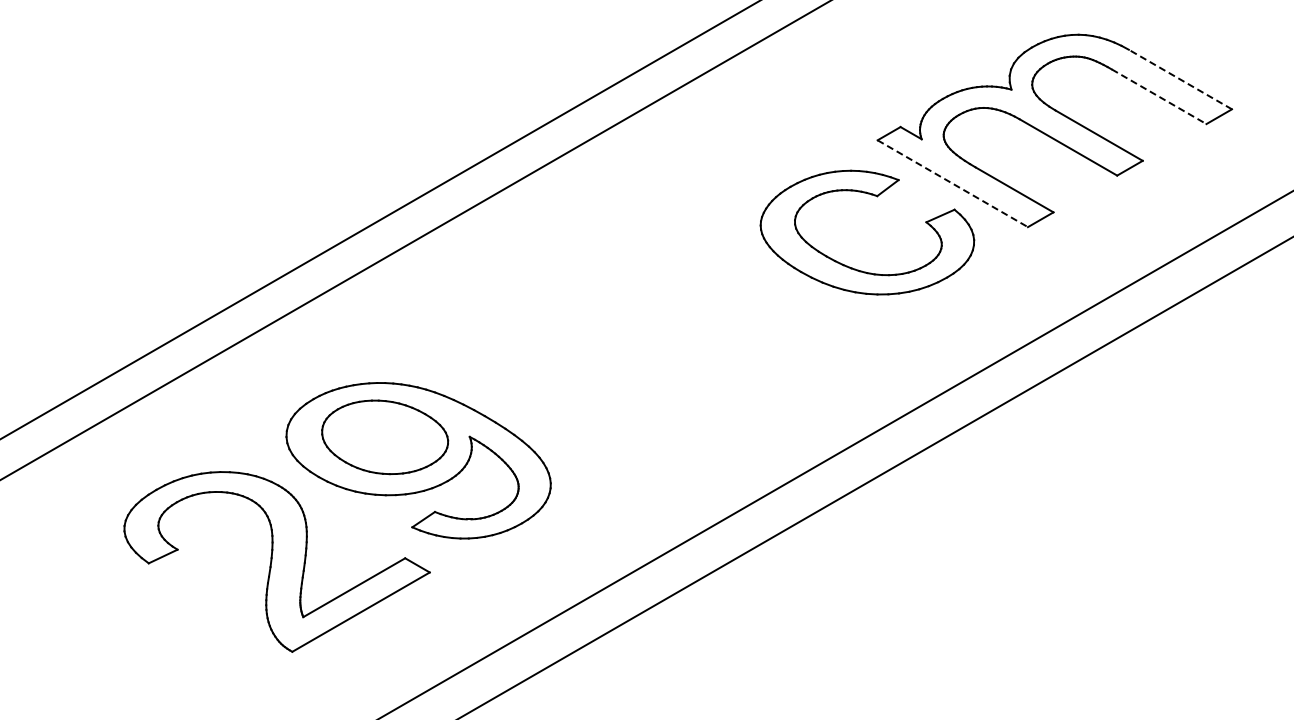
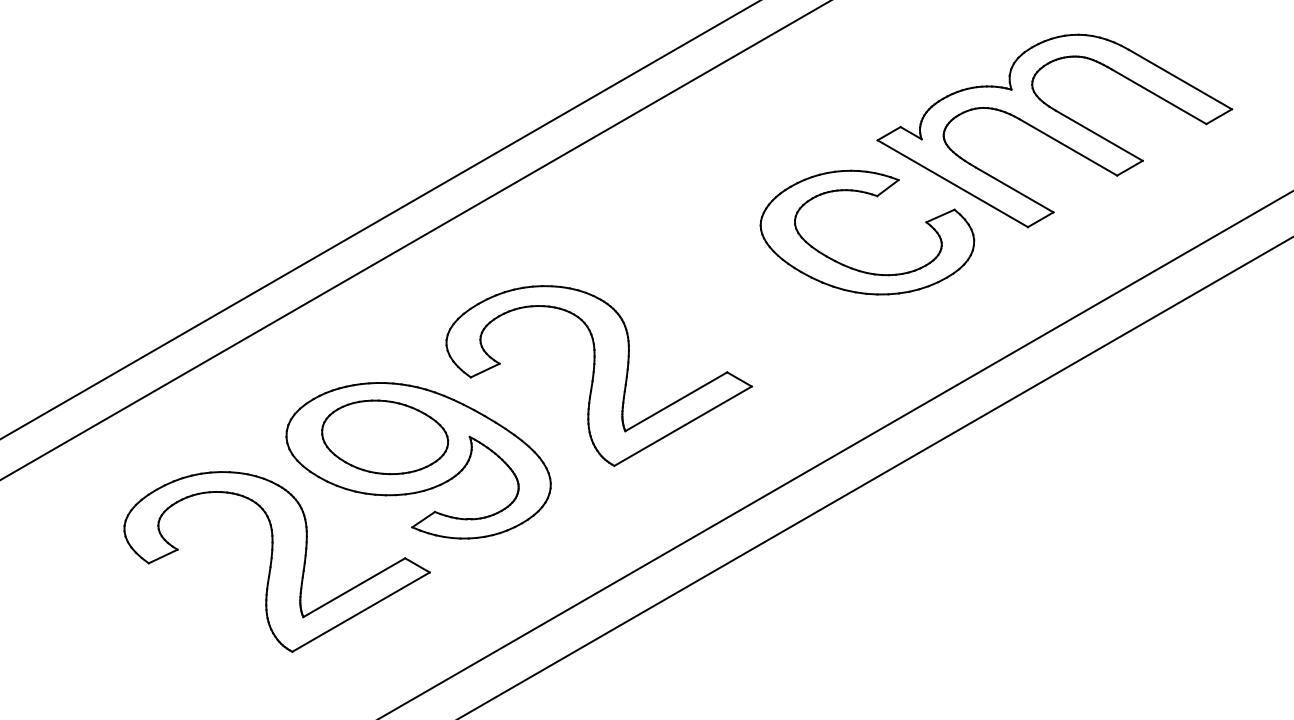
line at (1180, 79): dashed -> solid
line at (1159, 96): dashed -> solid
line at (952, 183): dashed -> solid
part at (598, 375): none -> present
